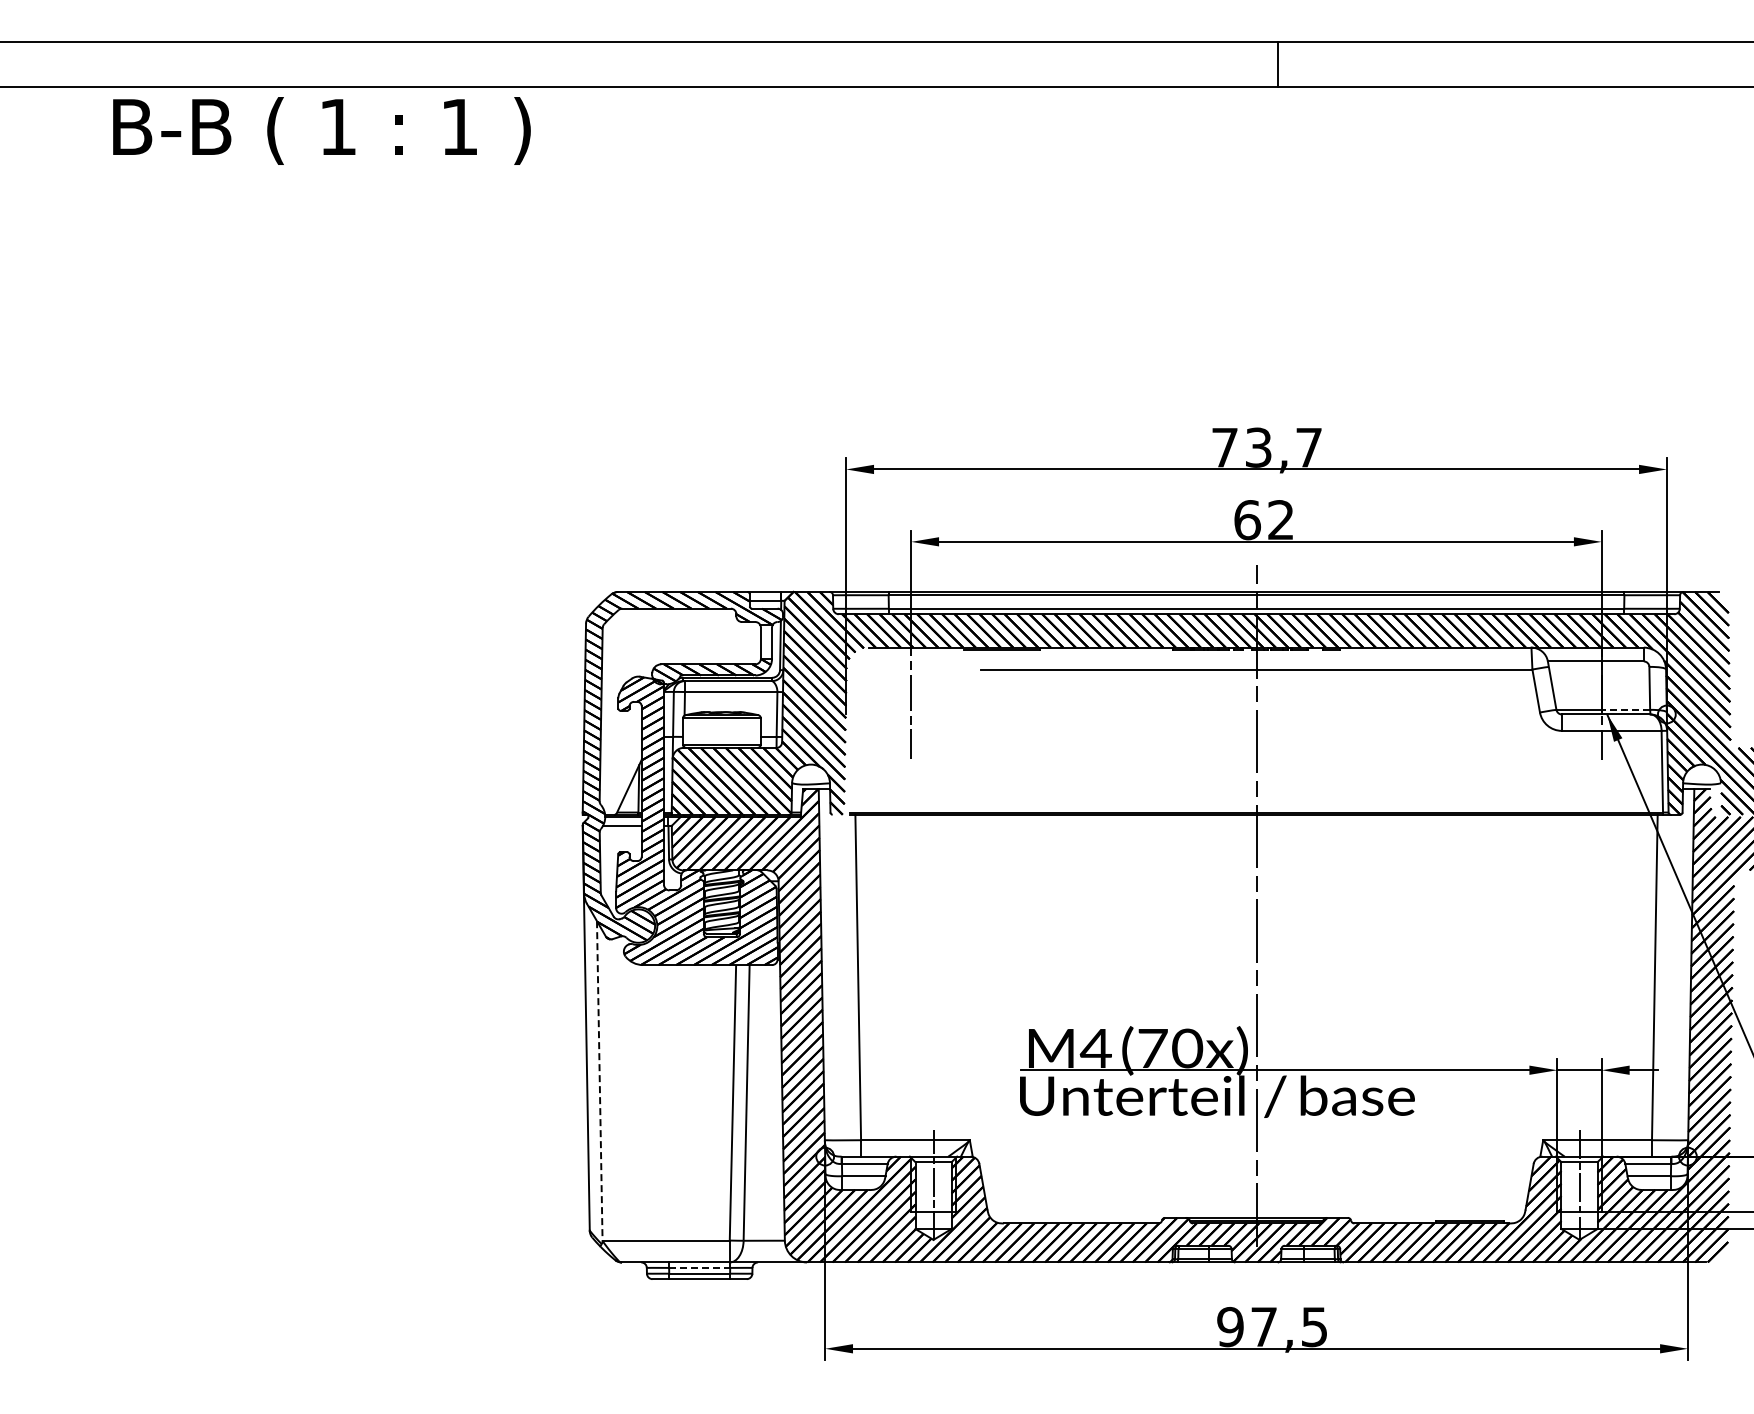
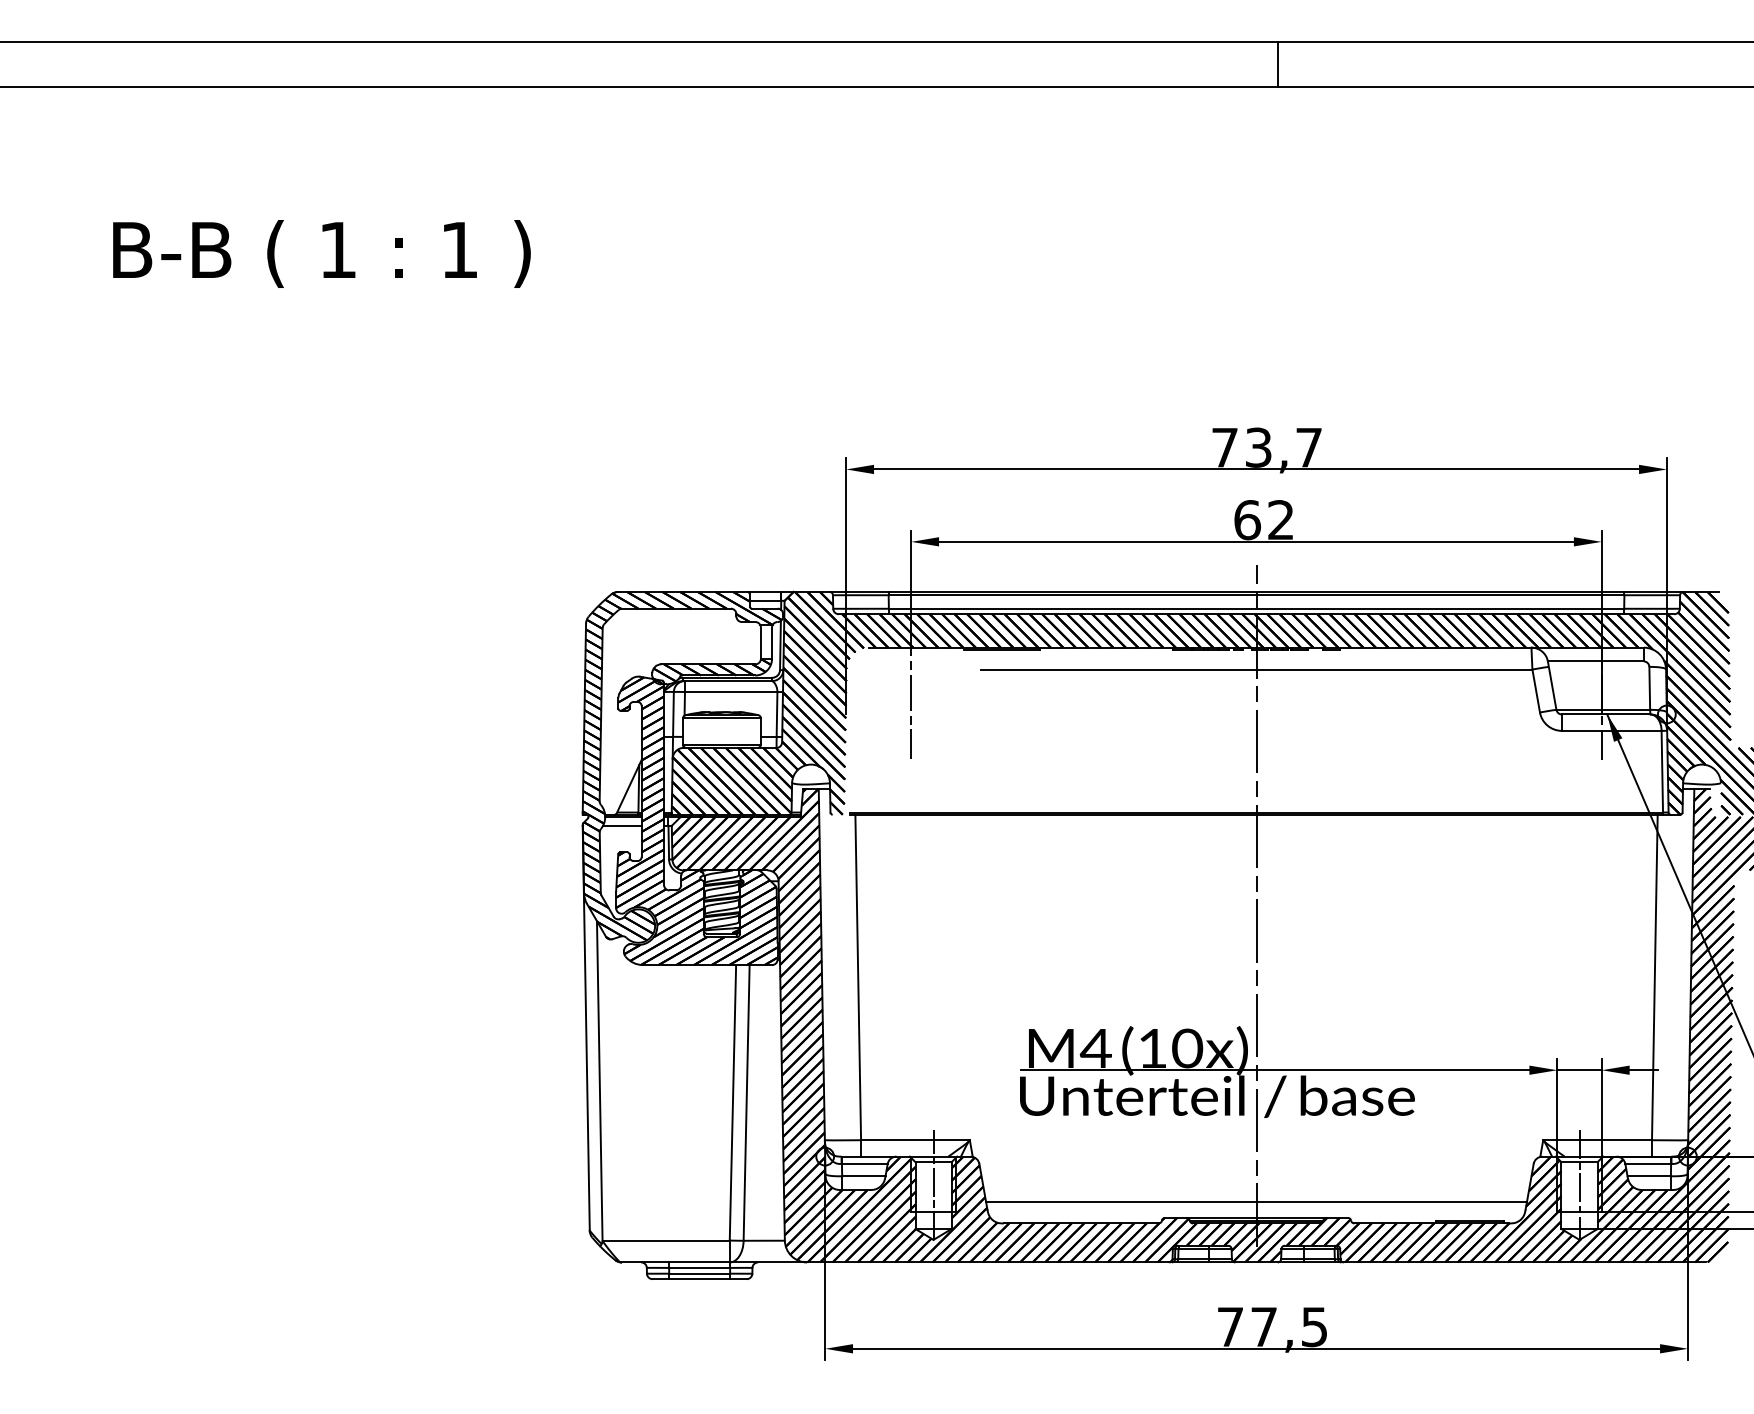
text at (321, 130) position: (321, 130) -> (321, 253)
line at (1625, 709): dashed -> solid
text at (1152, 1048): (70x) -> (10x)
line at (599, 1080): dashed -> solid
line at (1256, 1201): none -> present
line at (699, 1267): dashed -> solid
text at (1230, 1326): 97,5 -> 77,5
